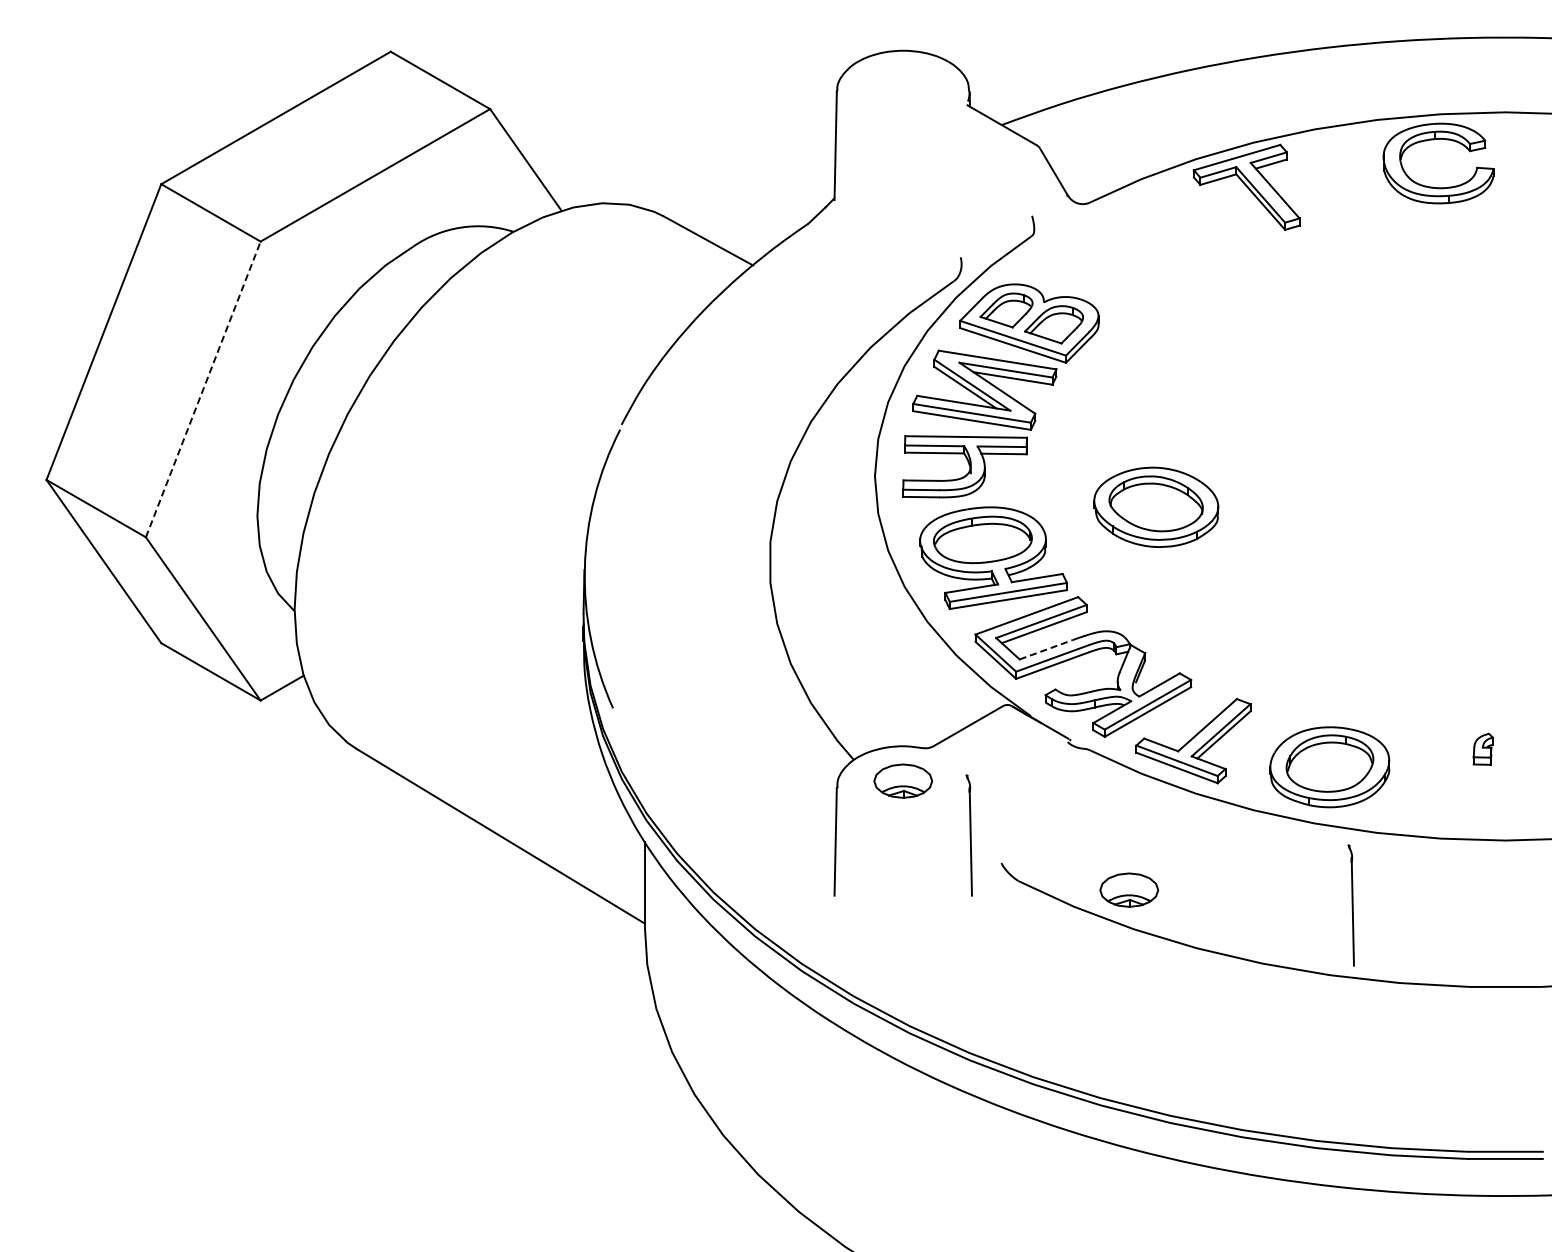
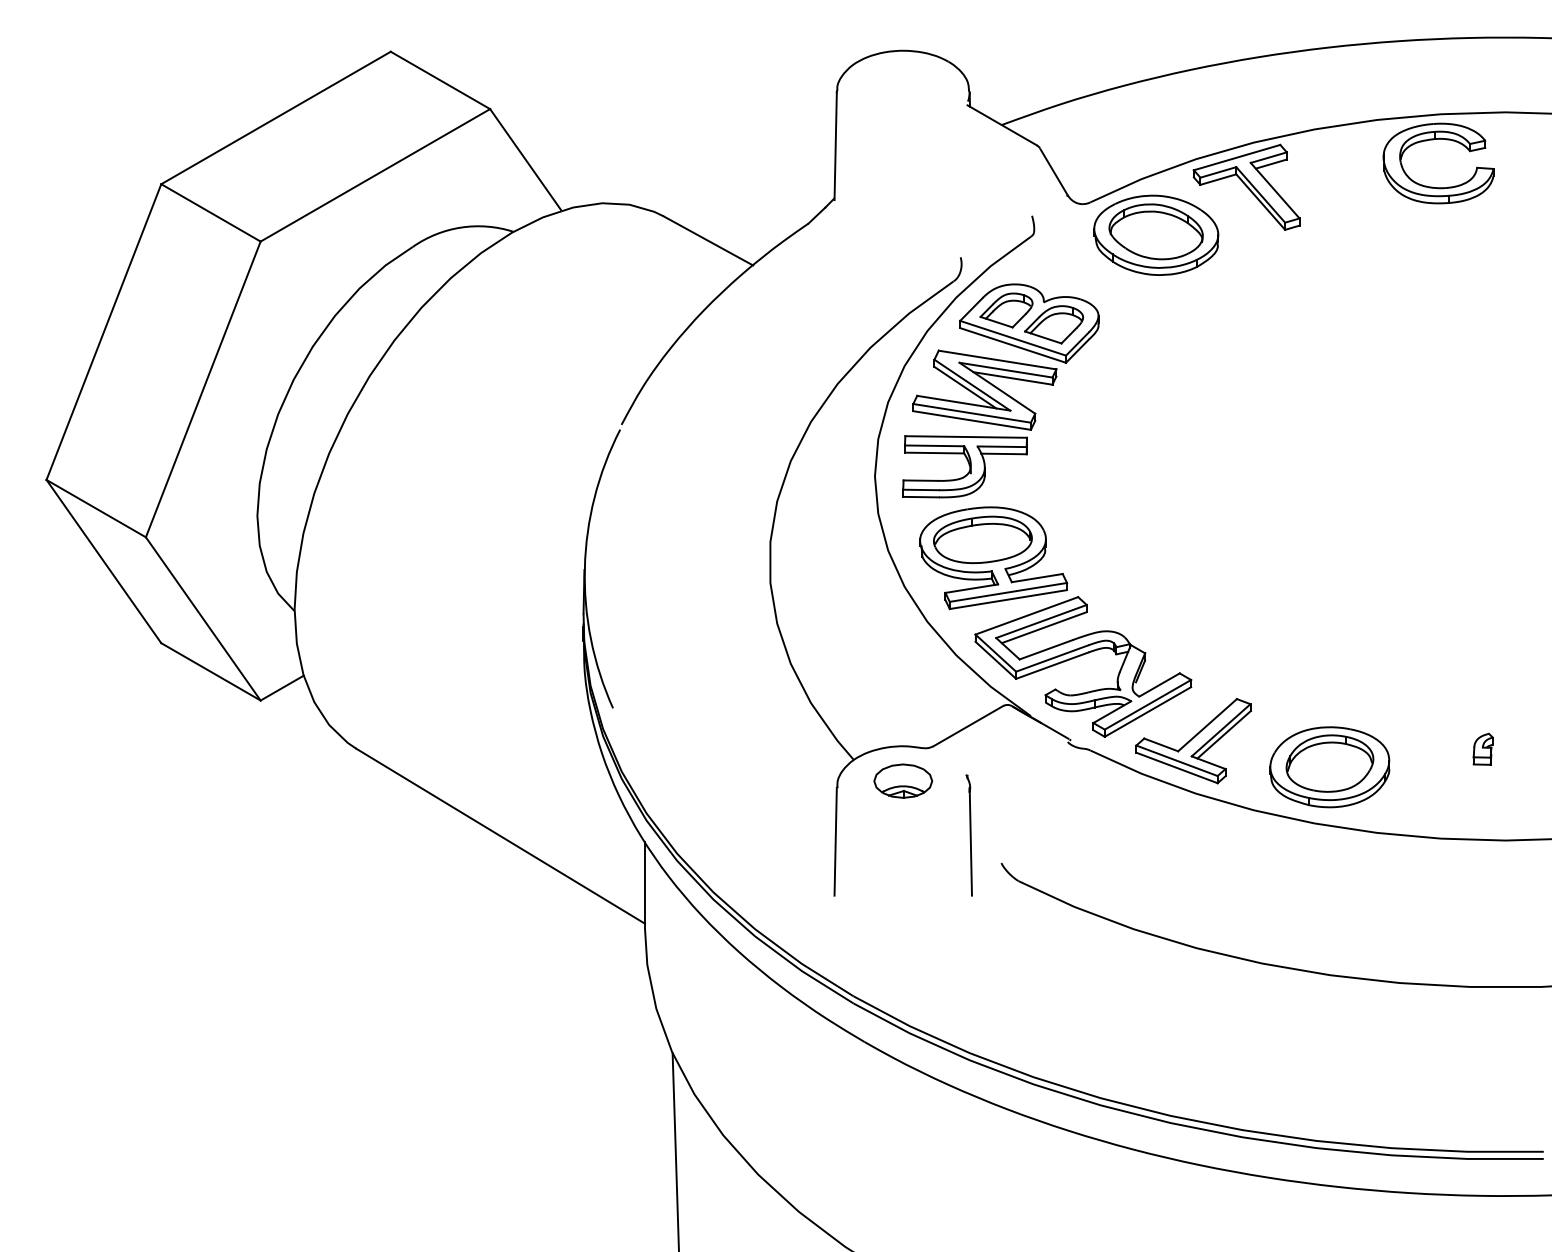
line at (203, 389): dashed -> solid
part at (1156, 506) position: (1156, 506) -> (1156, 234)
line at (1046, 649): dashed -> solid
part at (1129, 889): present -> none
part at (1350, 905): present -> none
line at (675, 1150): none -> present
